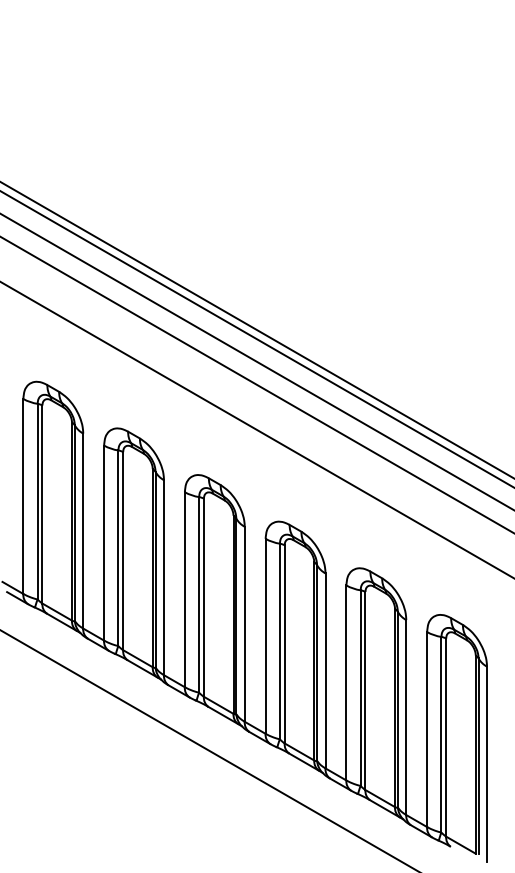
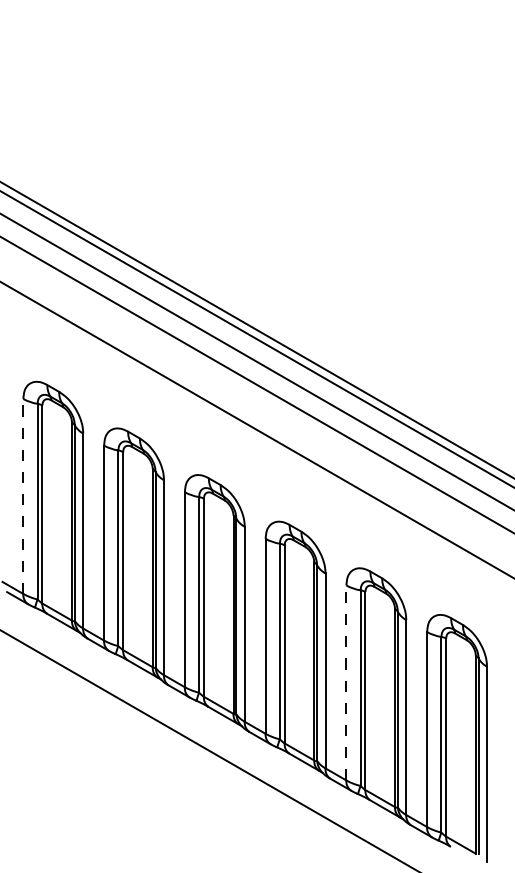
line at (23, 495): solid -> dashed
line at (346, 682): solid -> dashed
